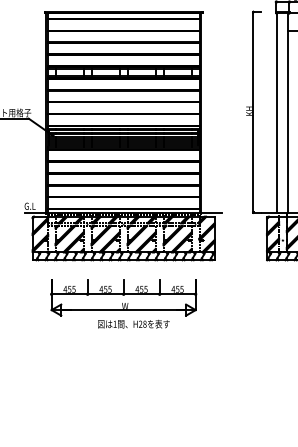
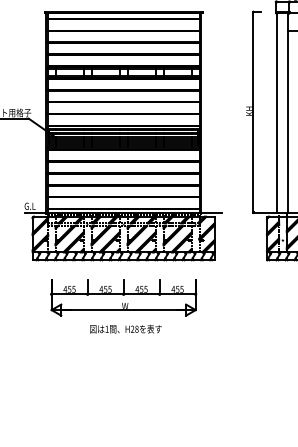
text at (133, 323) position: (133, 323) -> (125, 328)
